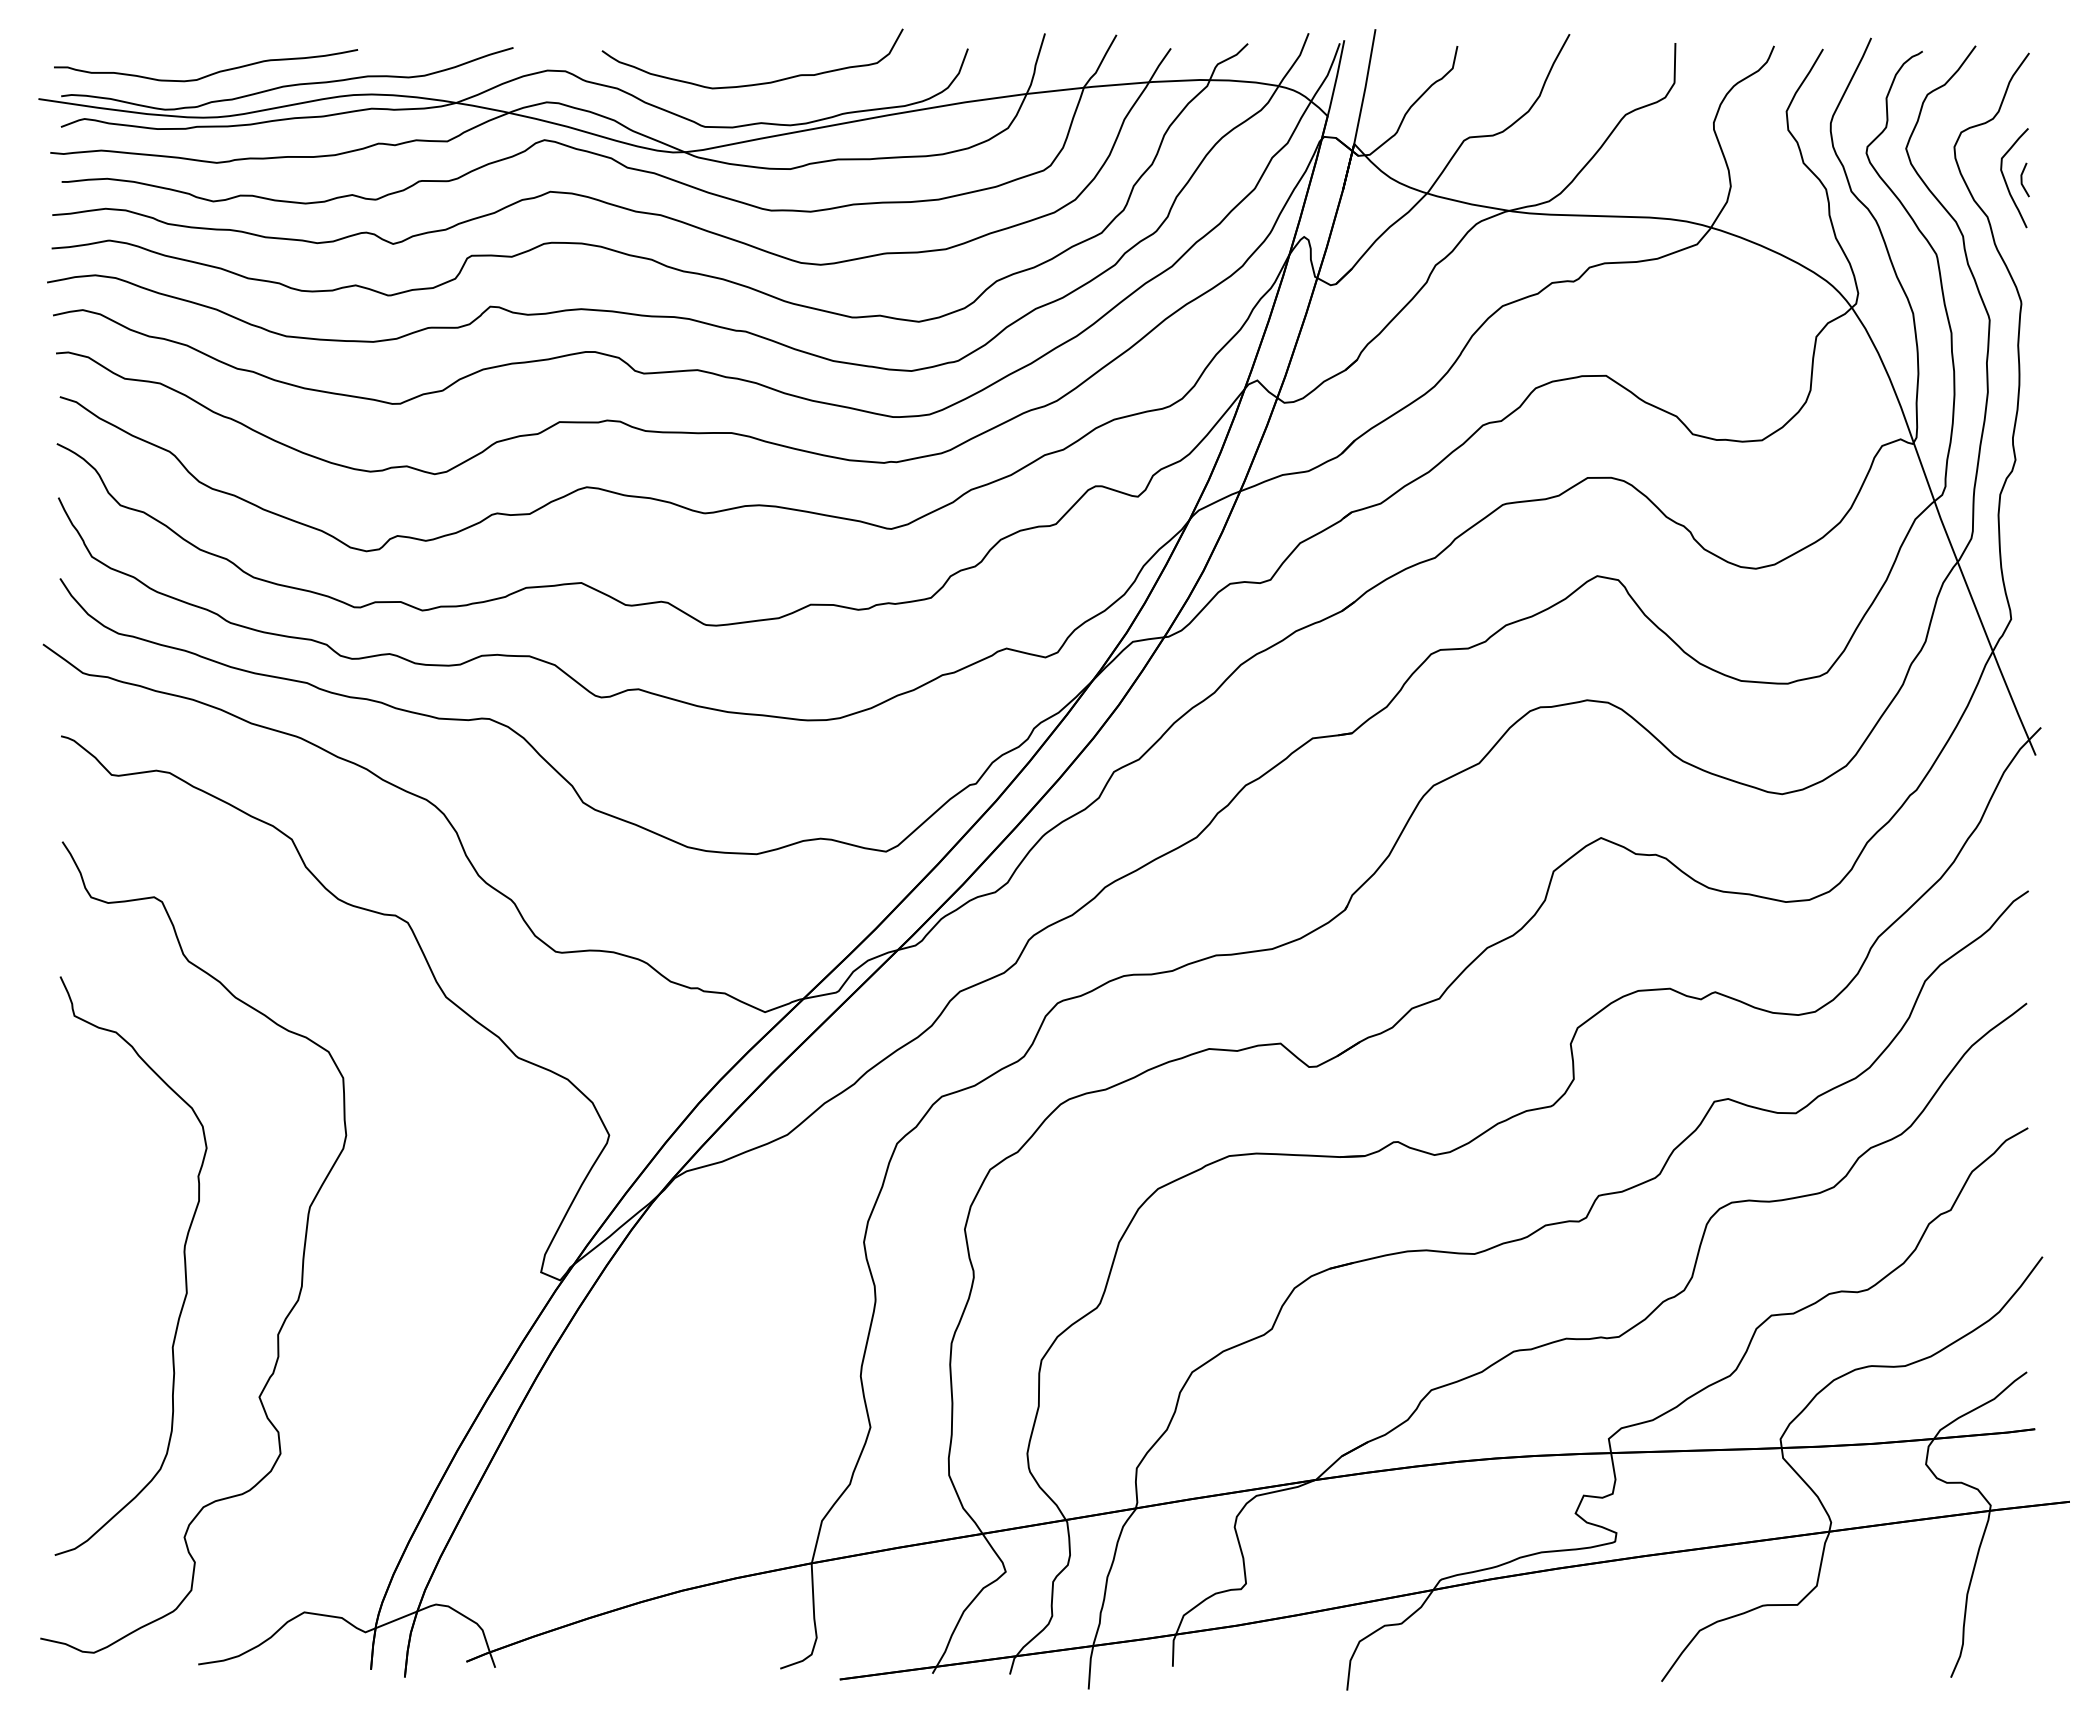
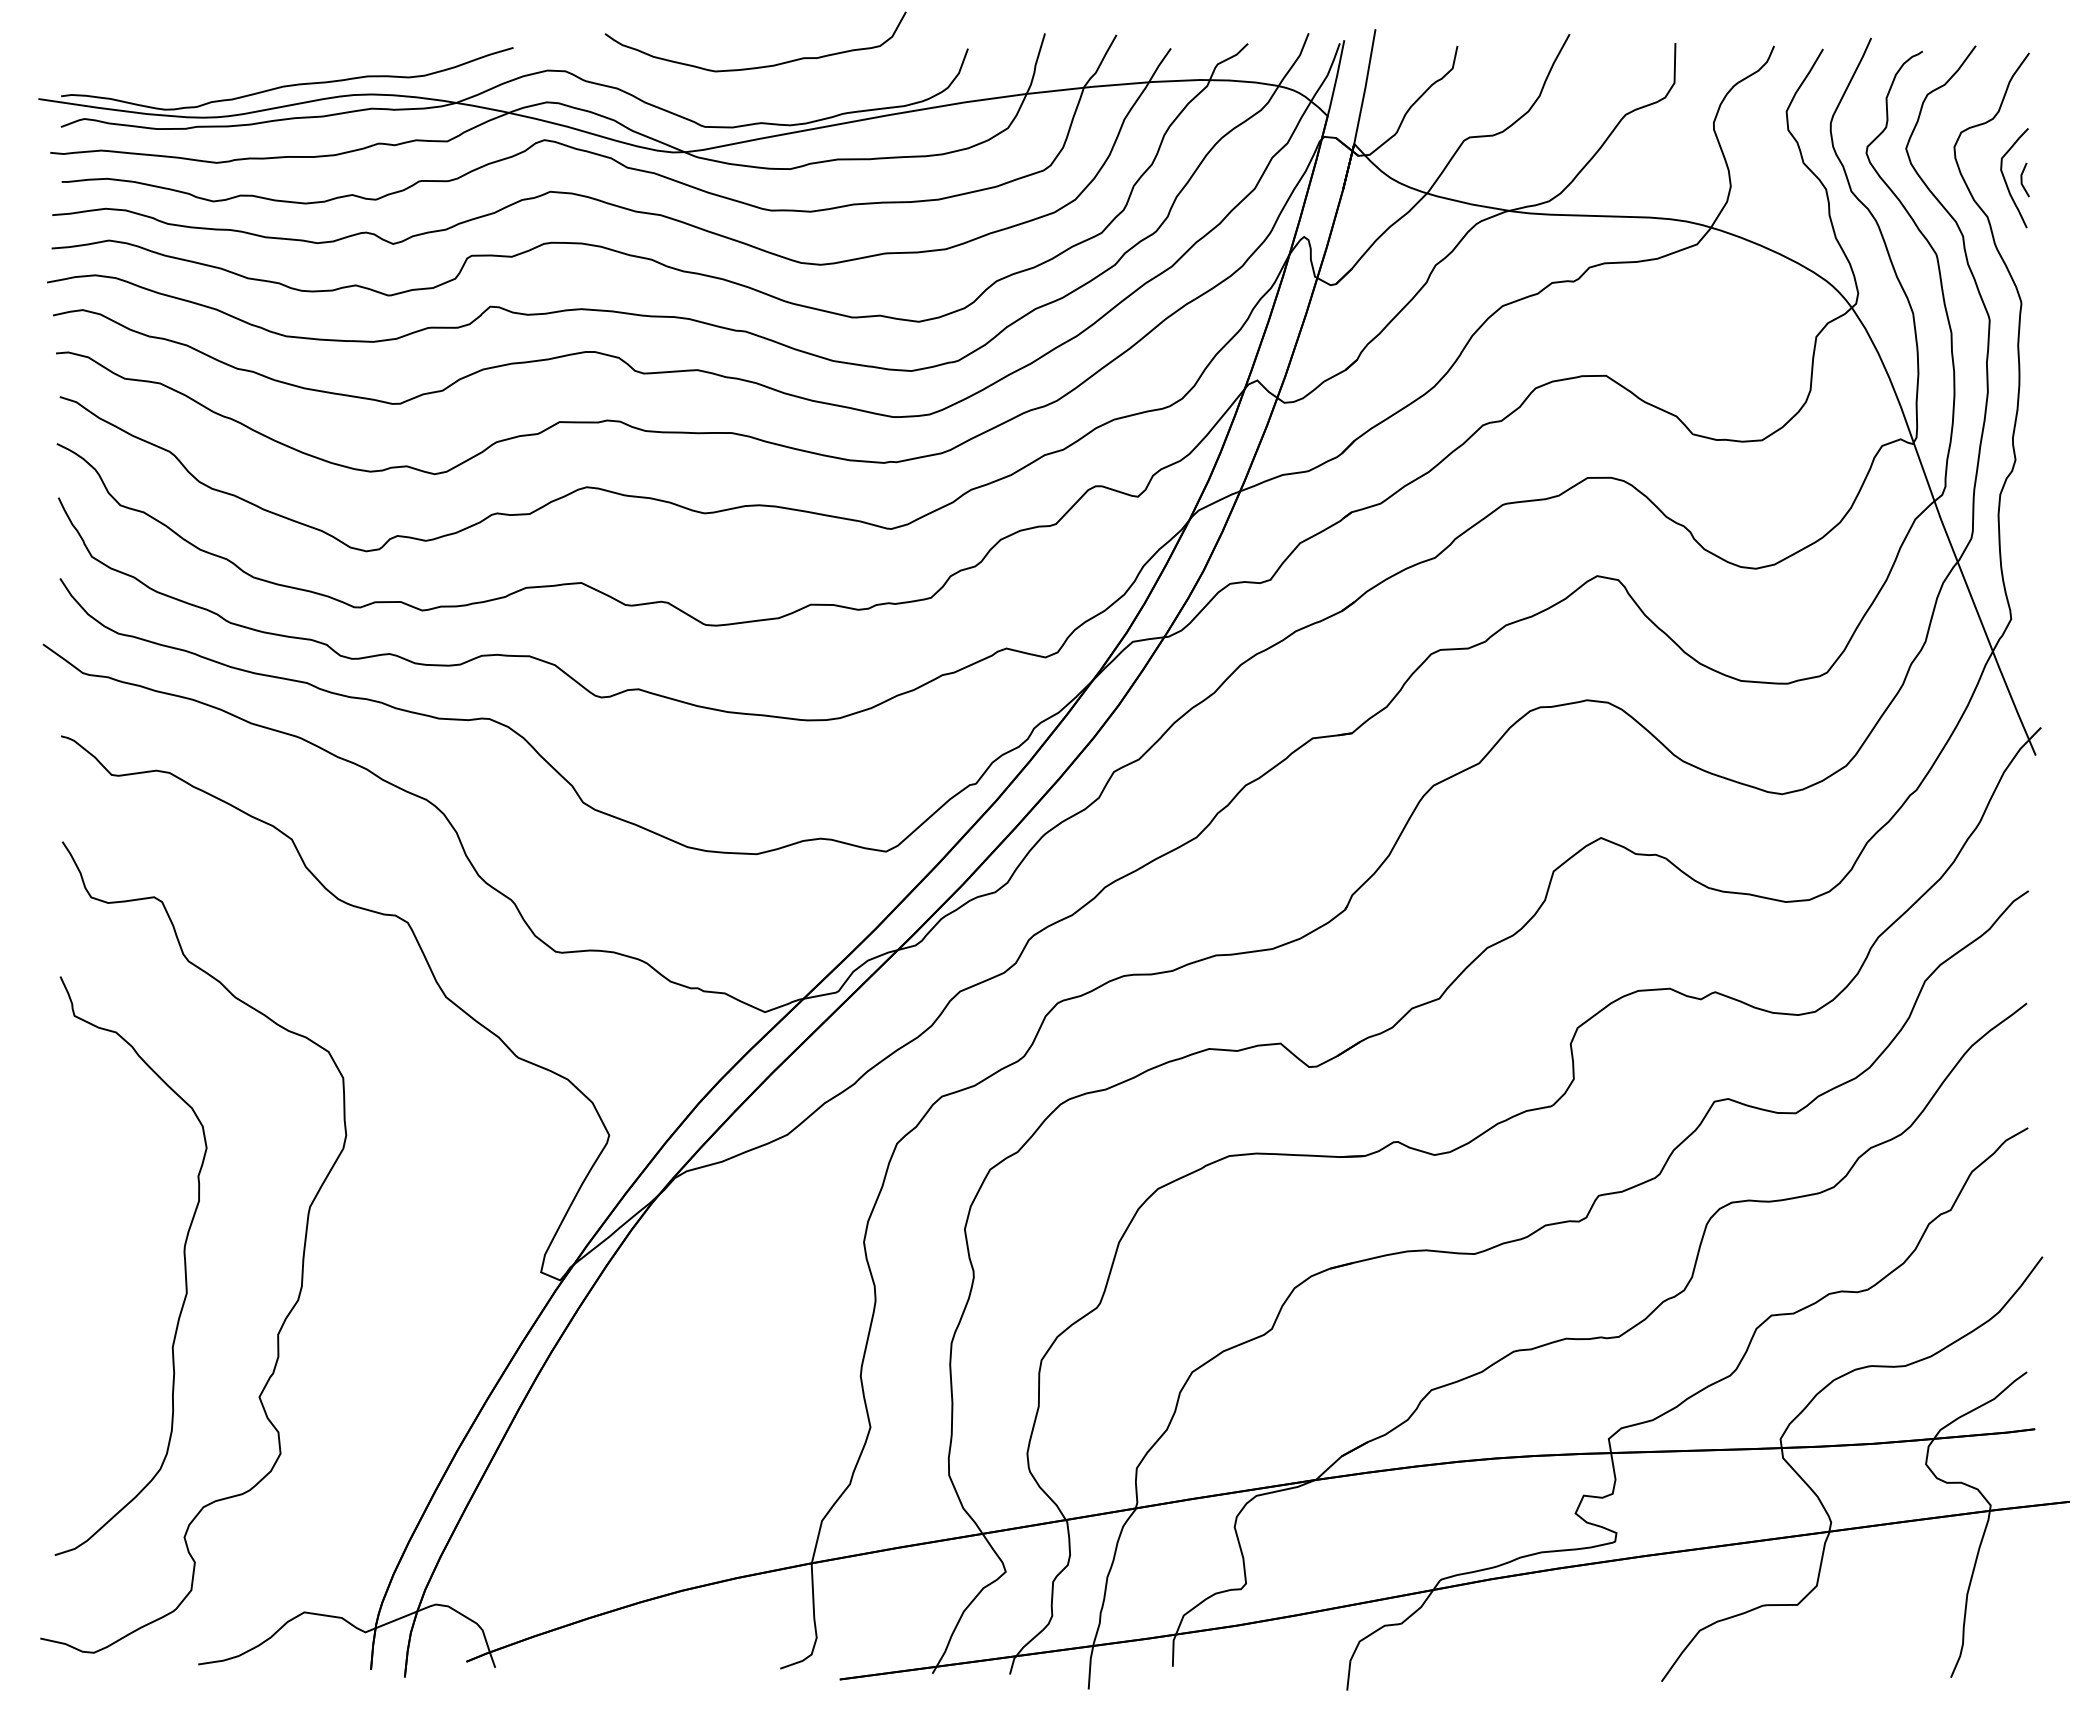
curve at (208, 74): present -> none
curve at (755, 83) position: (755, 83) -> (758, 66)
